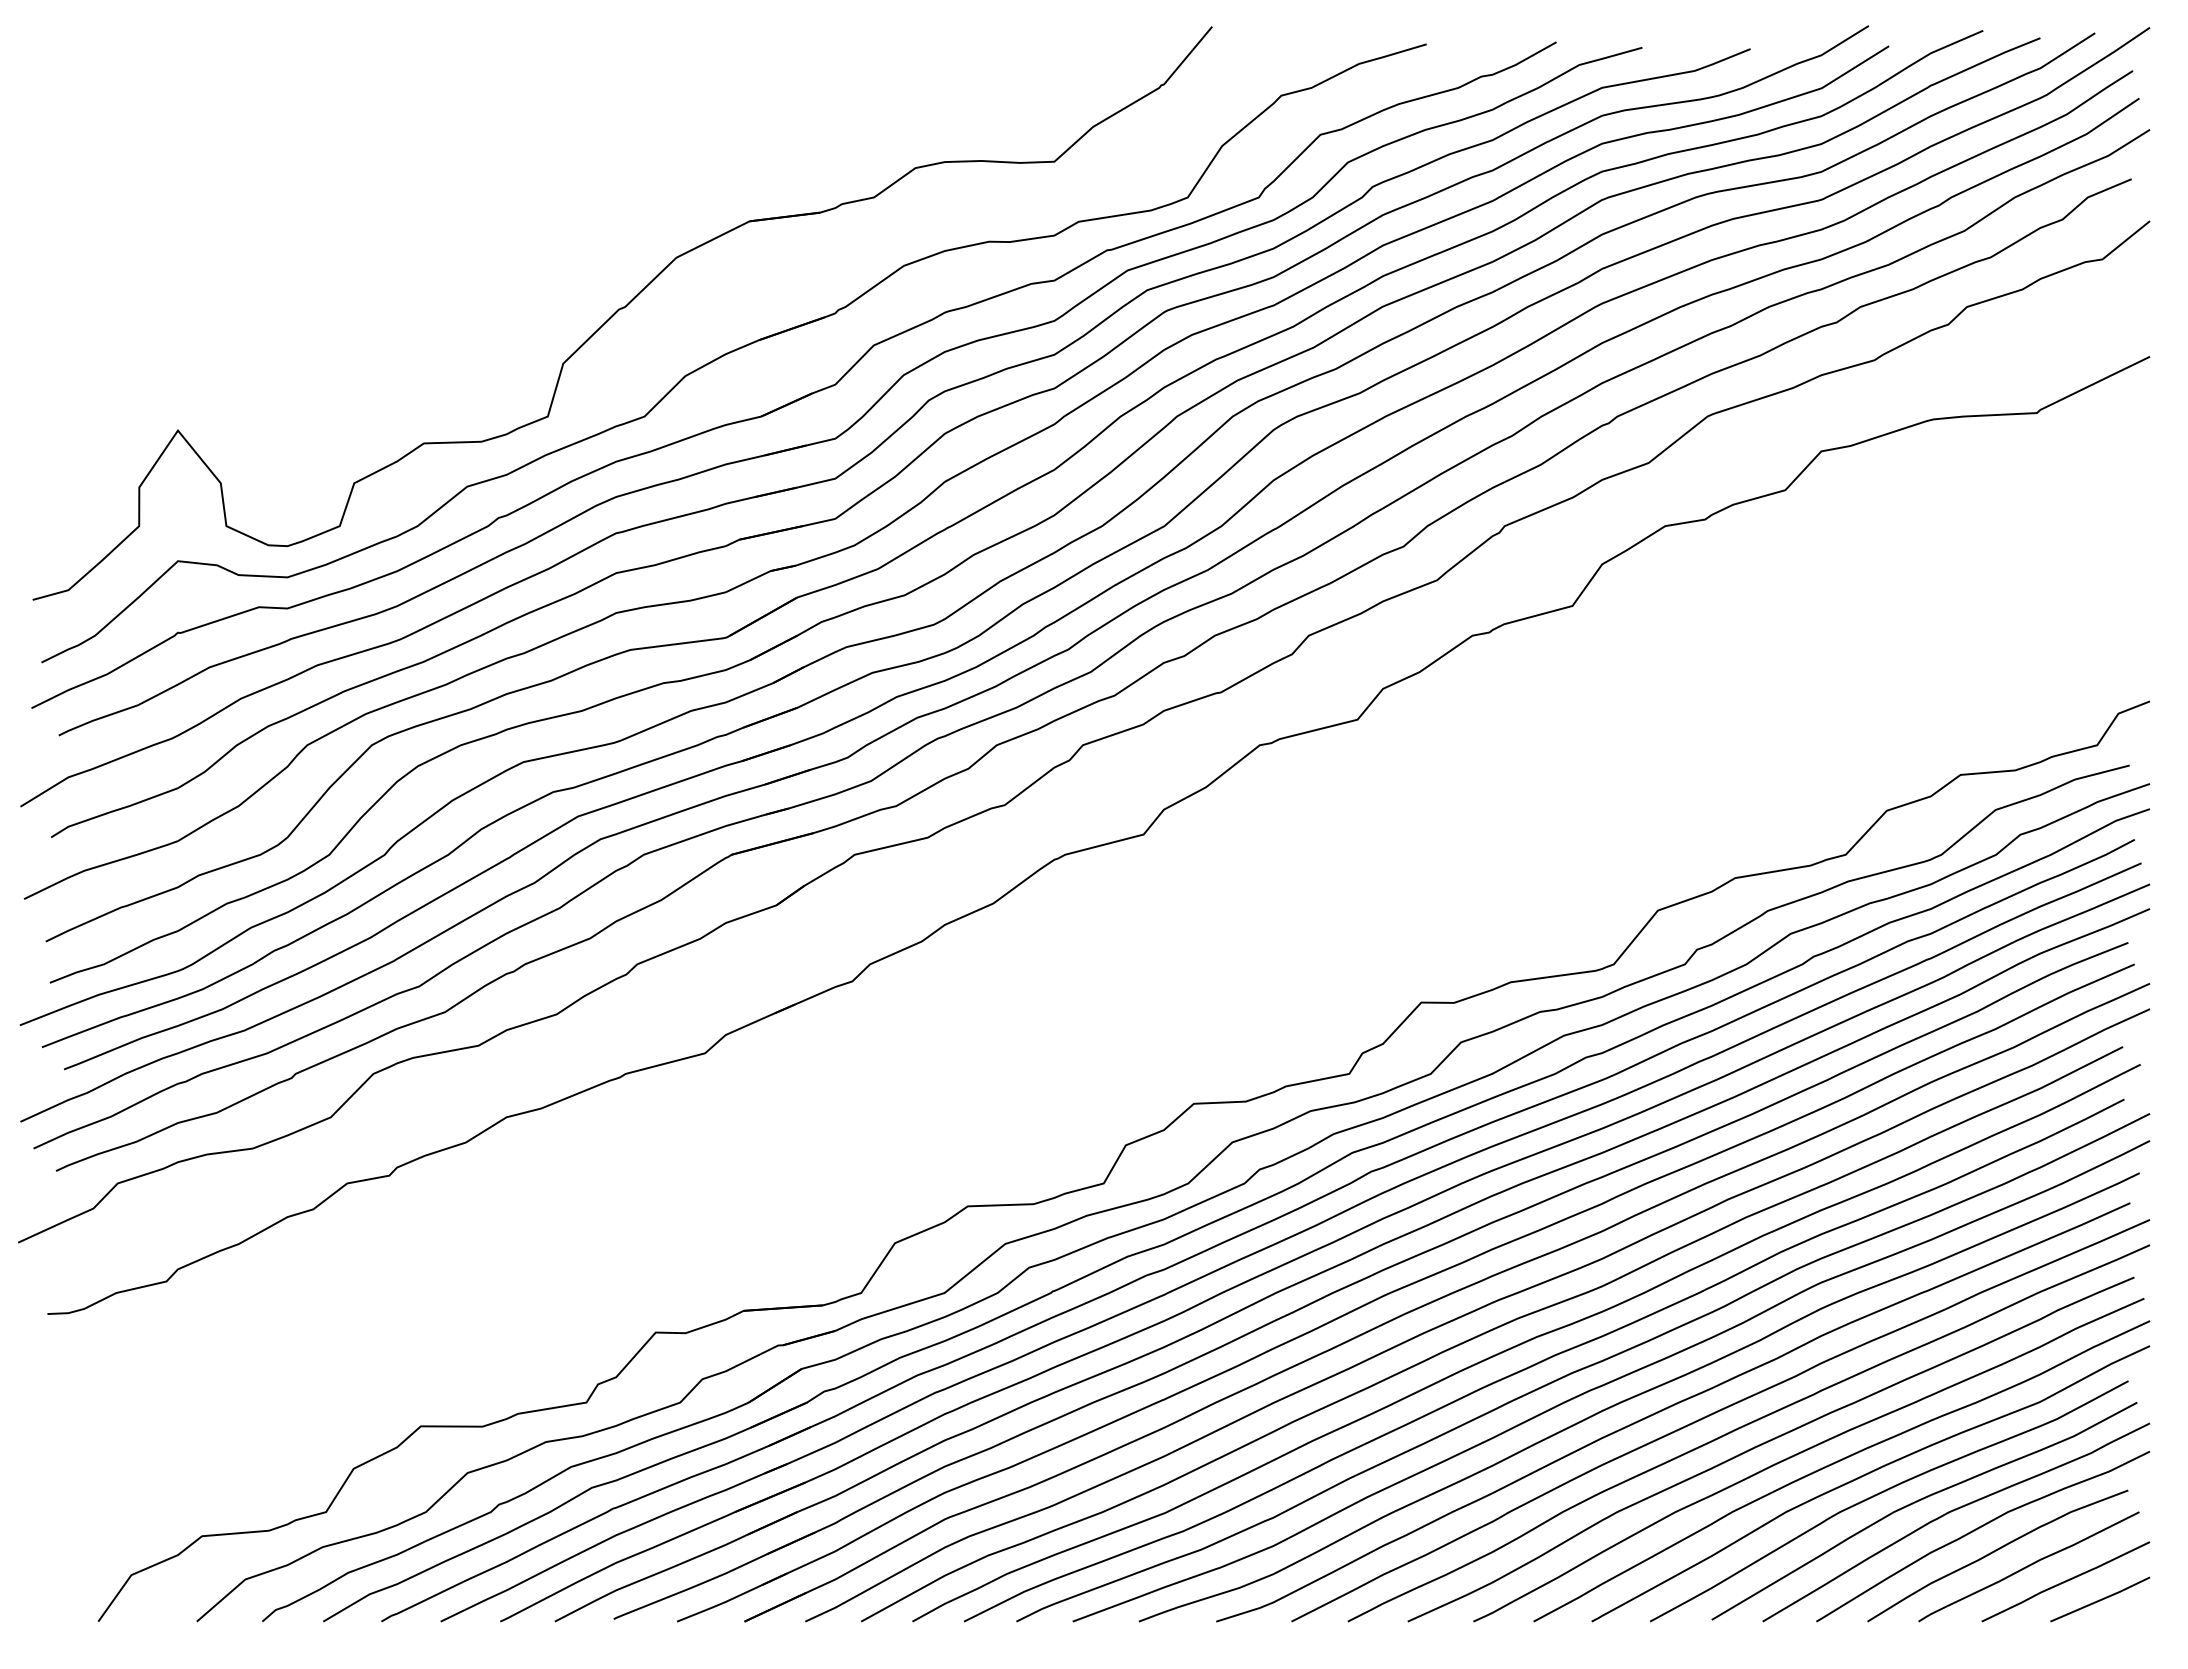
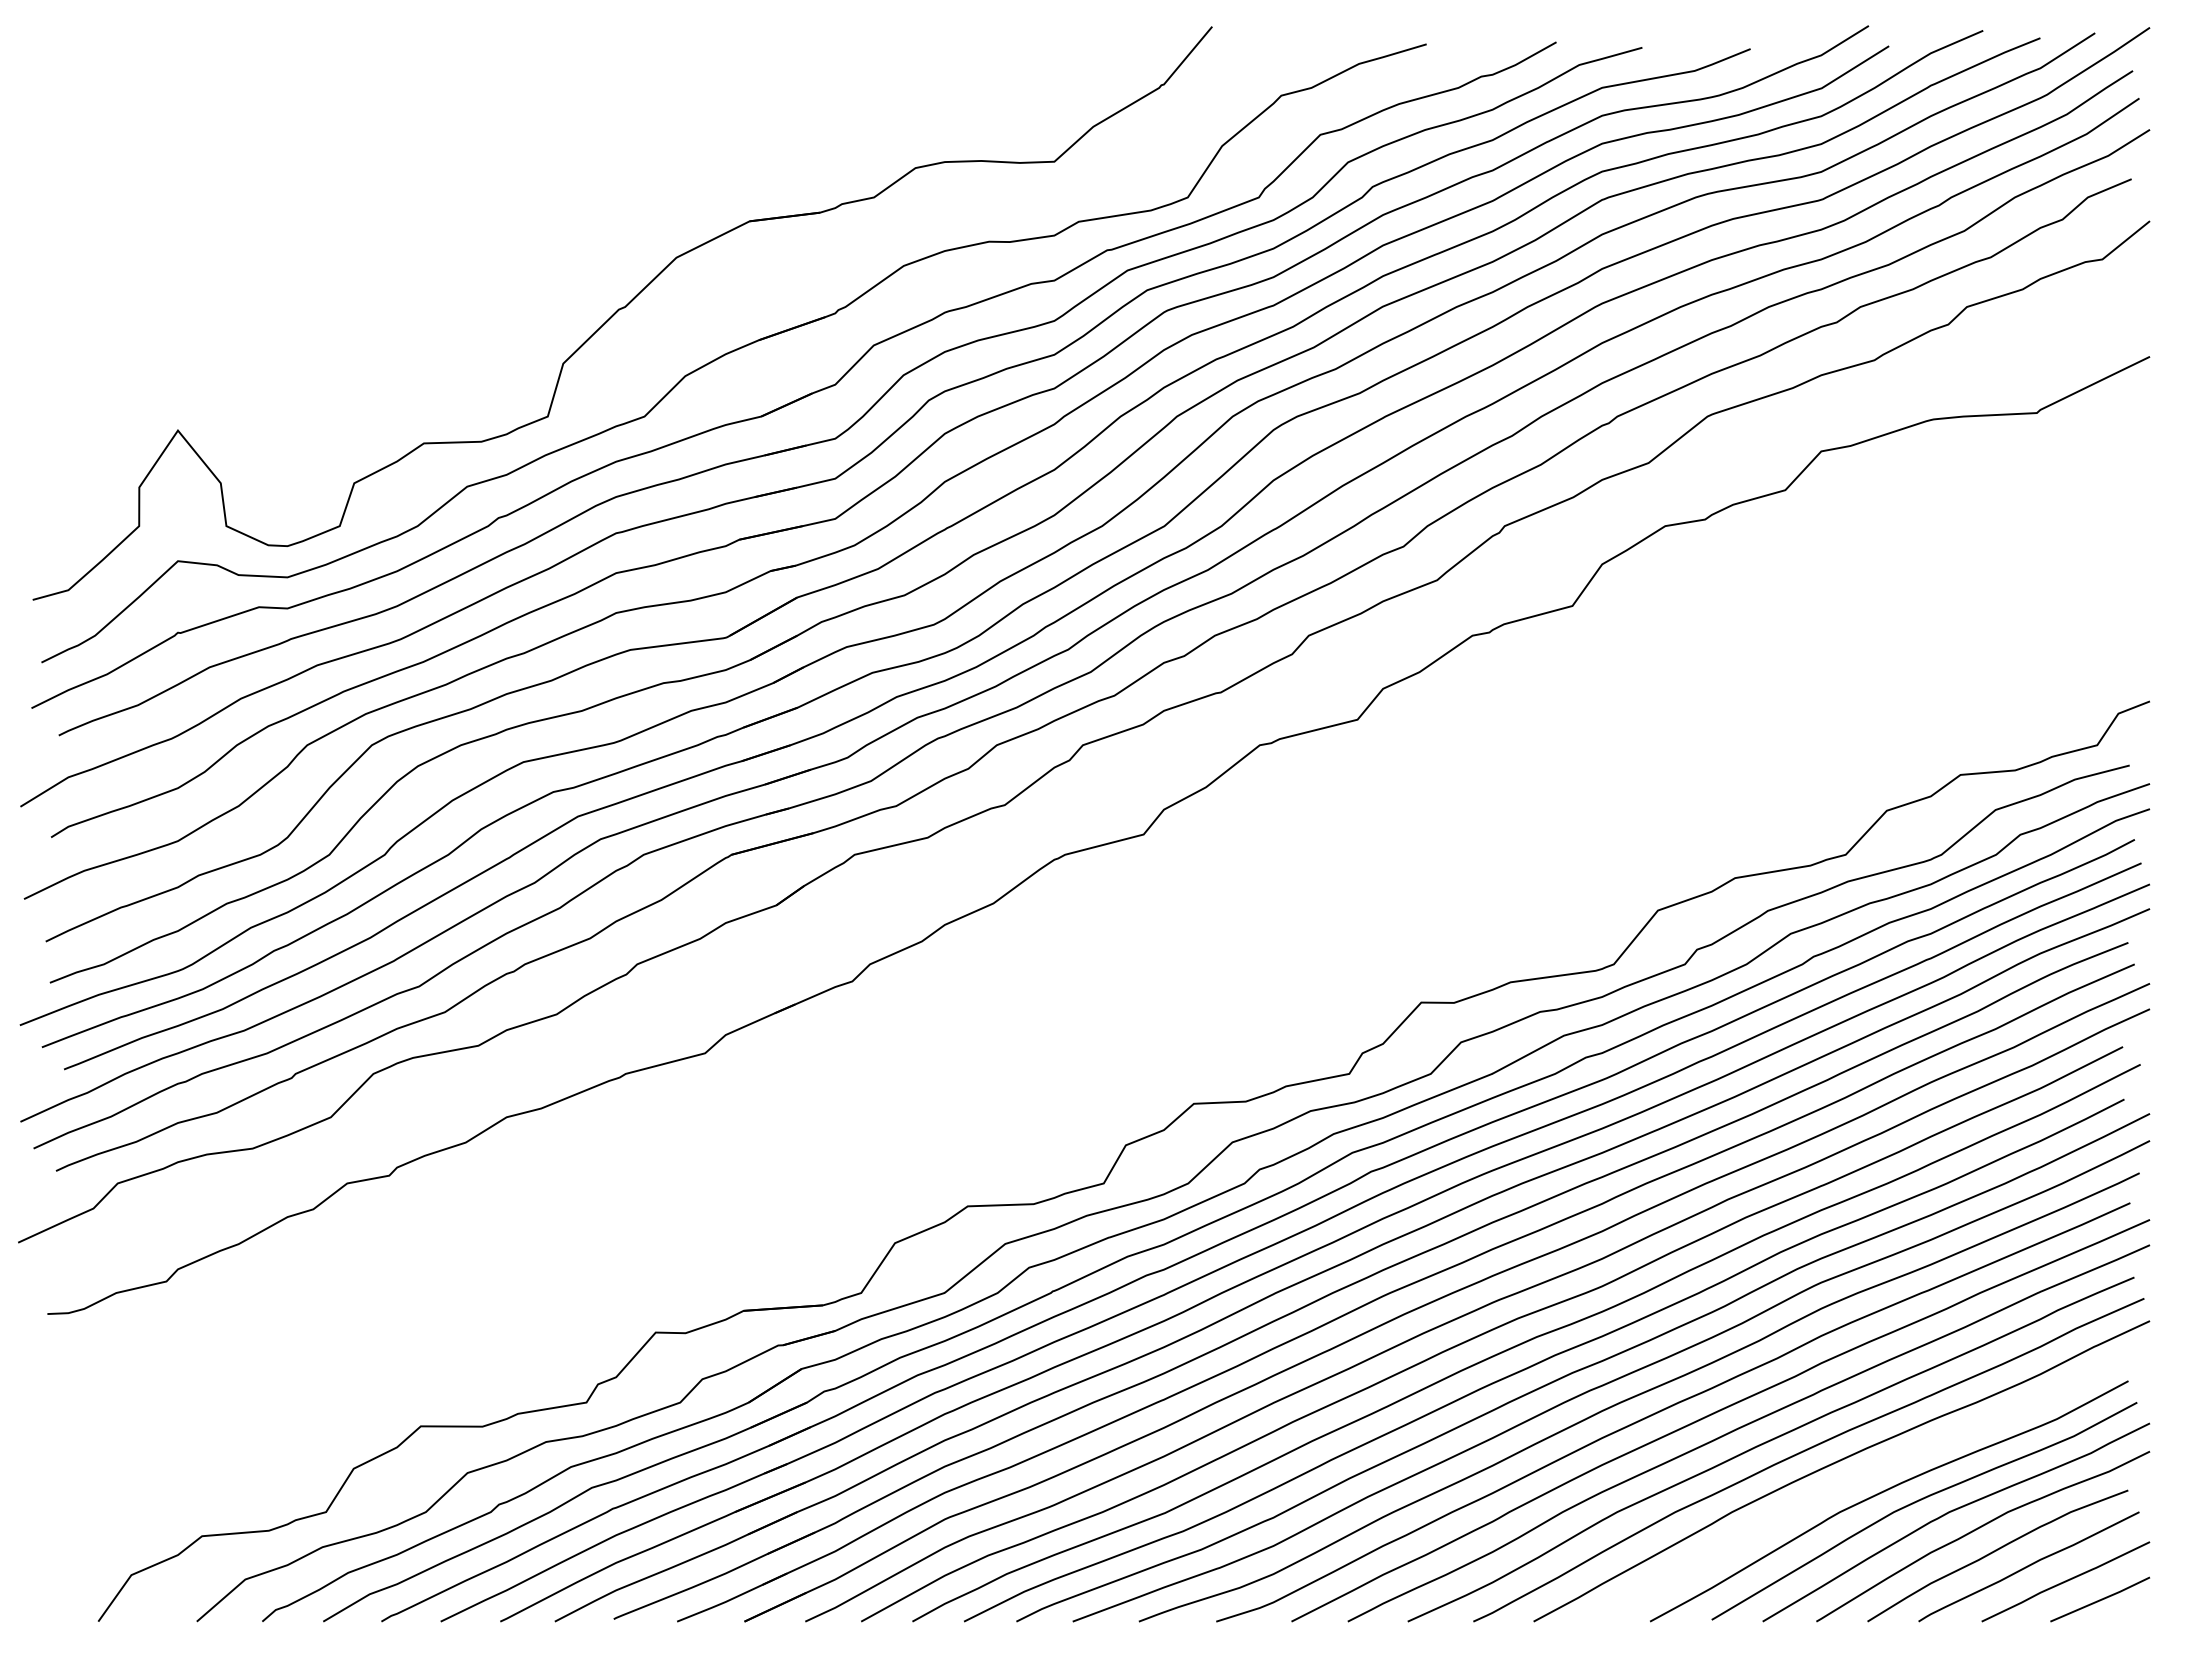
curve at (1866, 1475): present -> none
